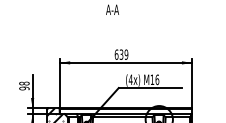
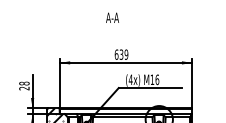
text at (112, 9) position: (112, 9) -> (112, 17)
text at (24, 88): 98 -> 28
